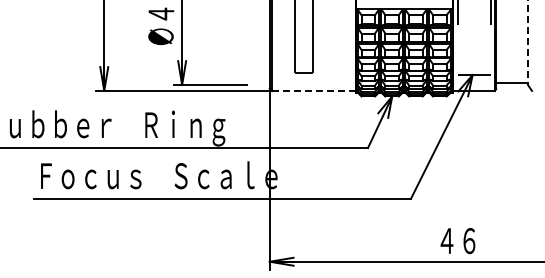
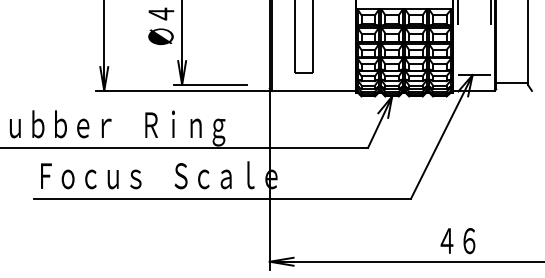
line at (527, 43): dashed -> solid
line at (314, 90): dashed -> solid
